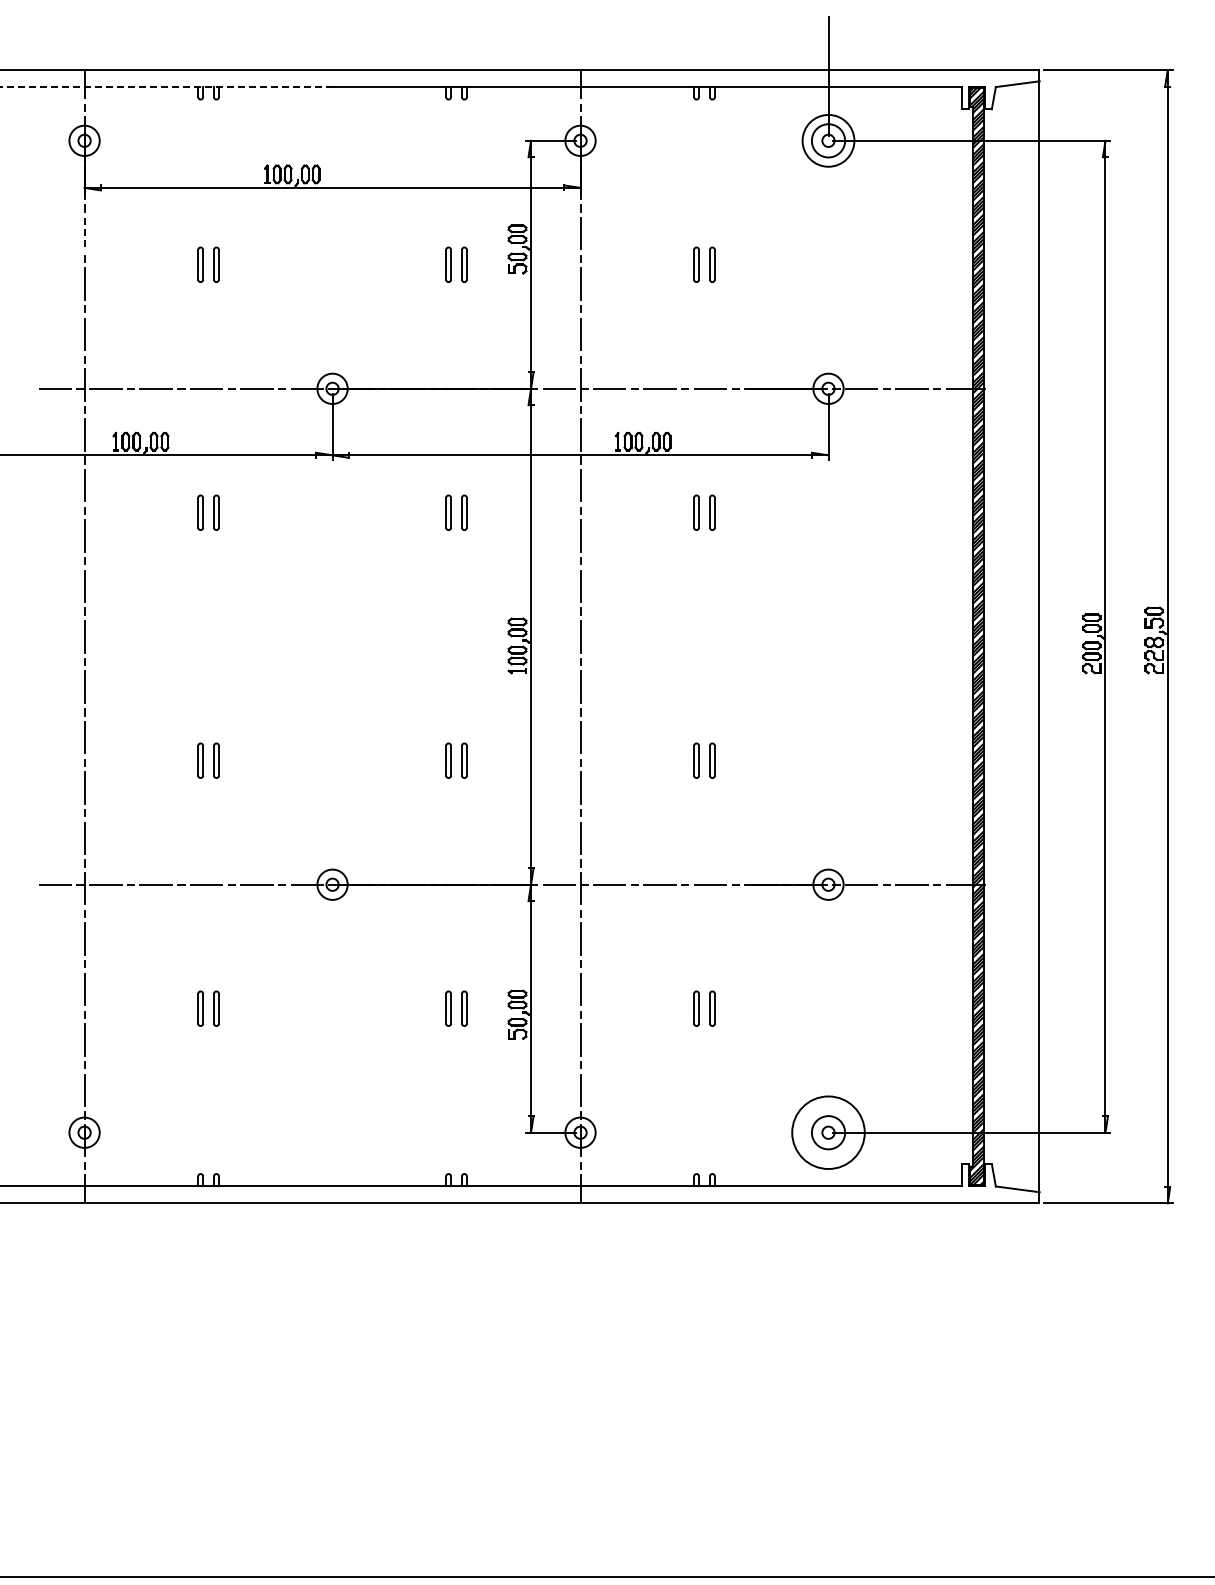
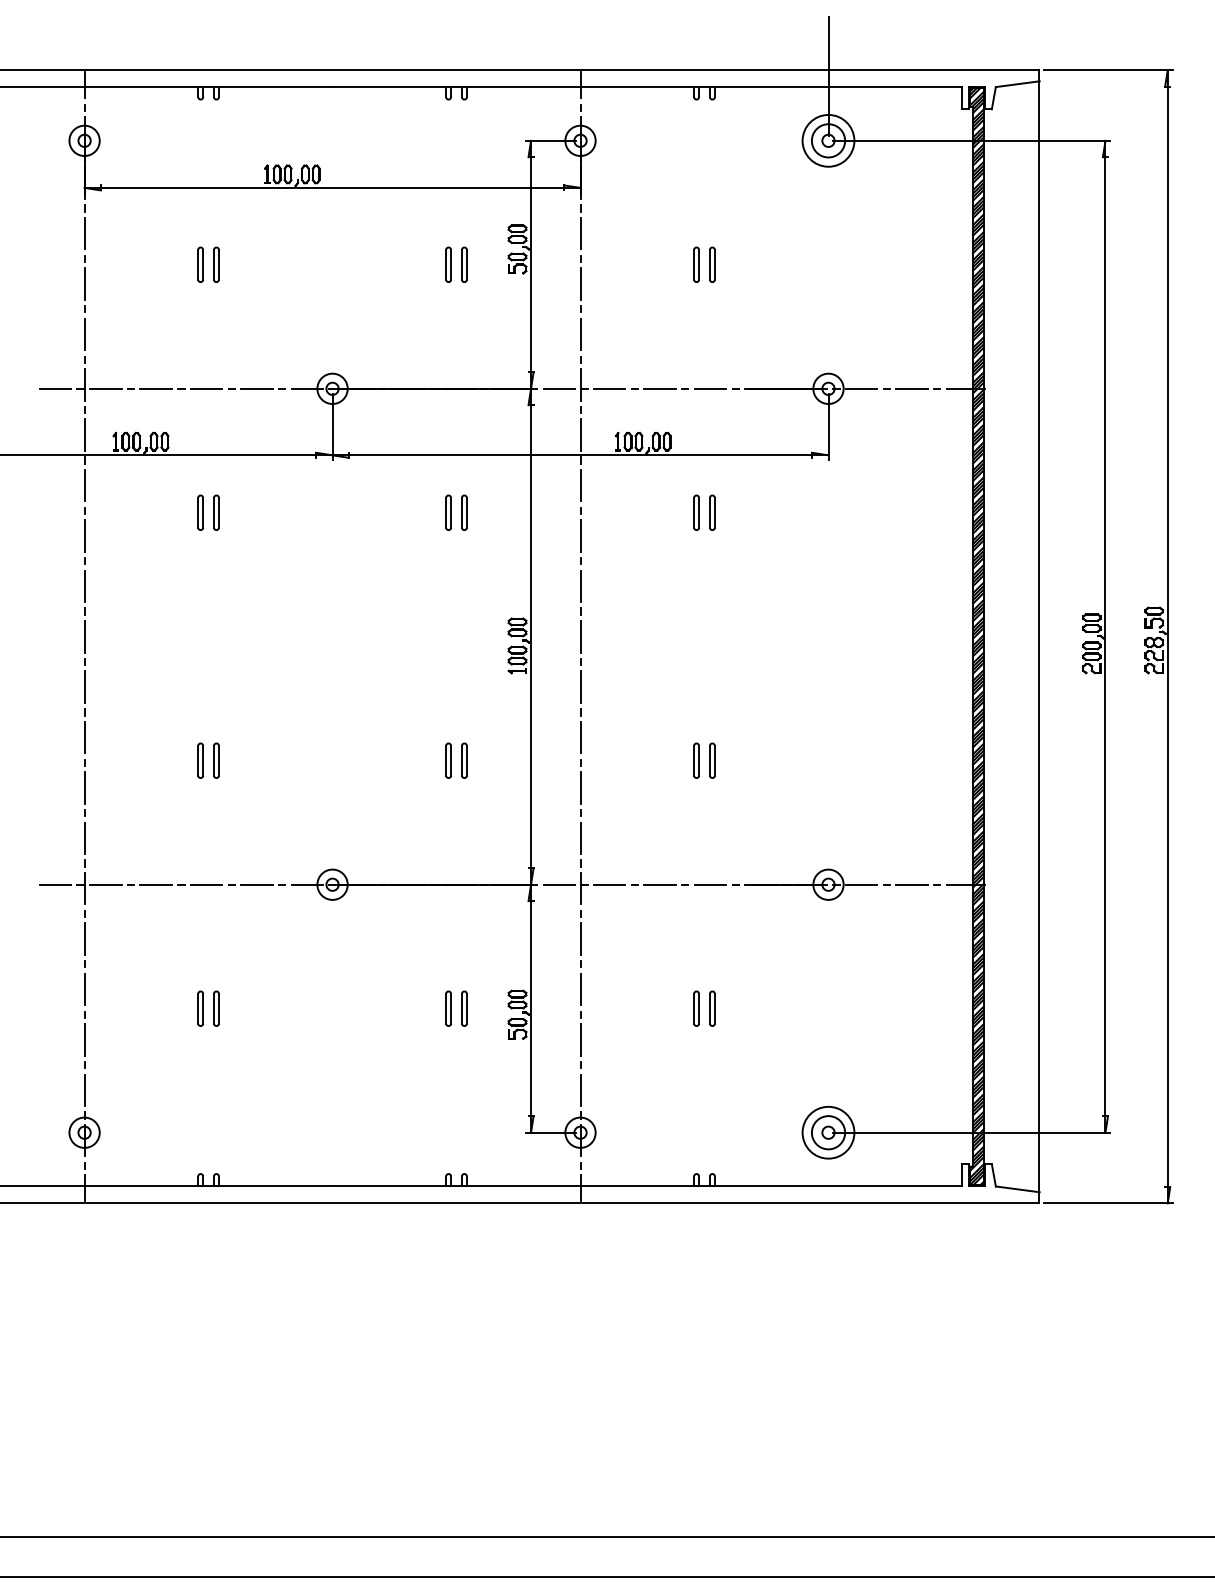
line at (166, 87): dashed -> solid
line at (84, 233): dashed -> solid
circle at (828, 1132) diameter: 73 px -> 52 px
line at (606, 1537): none -> present
